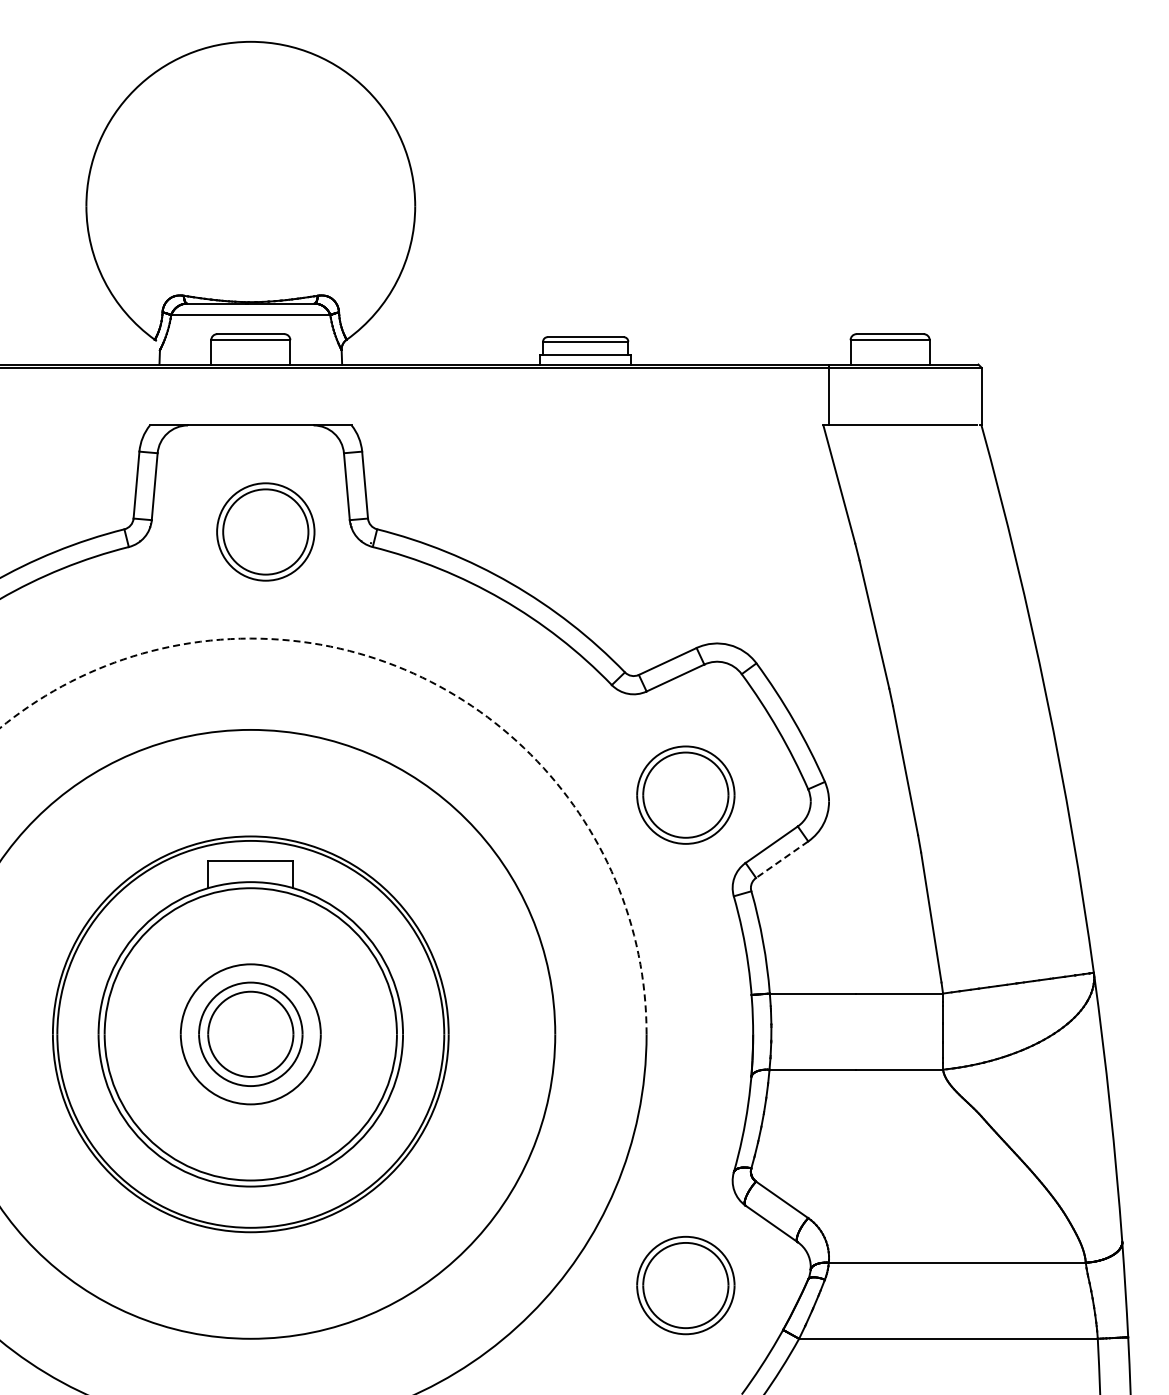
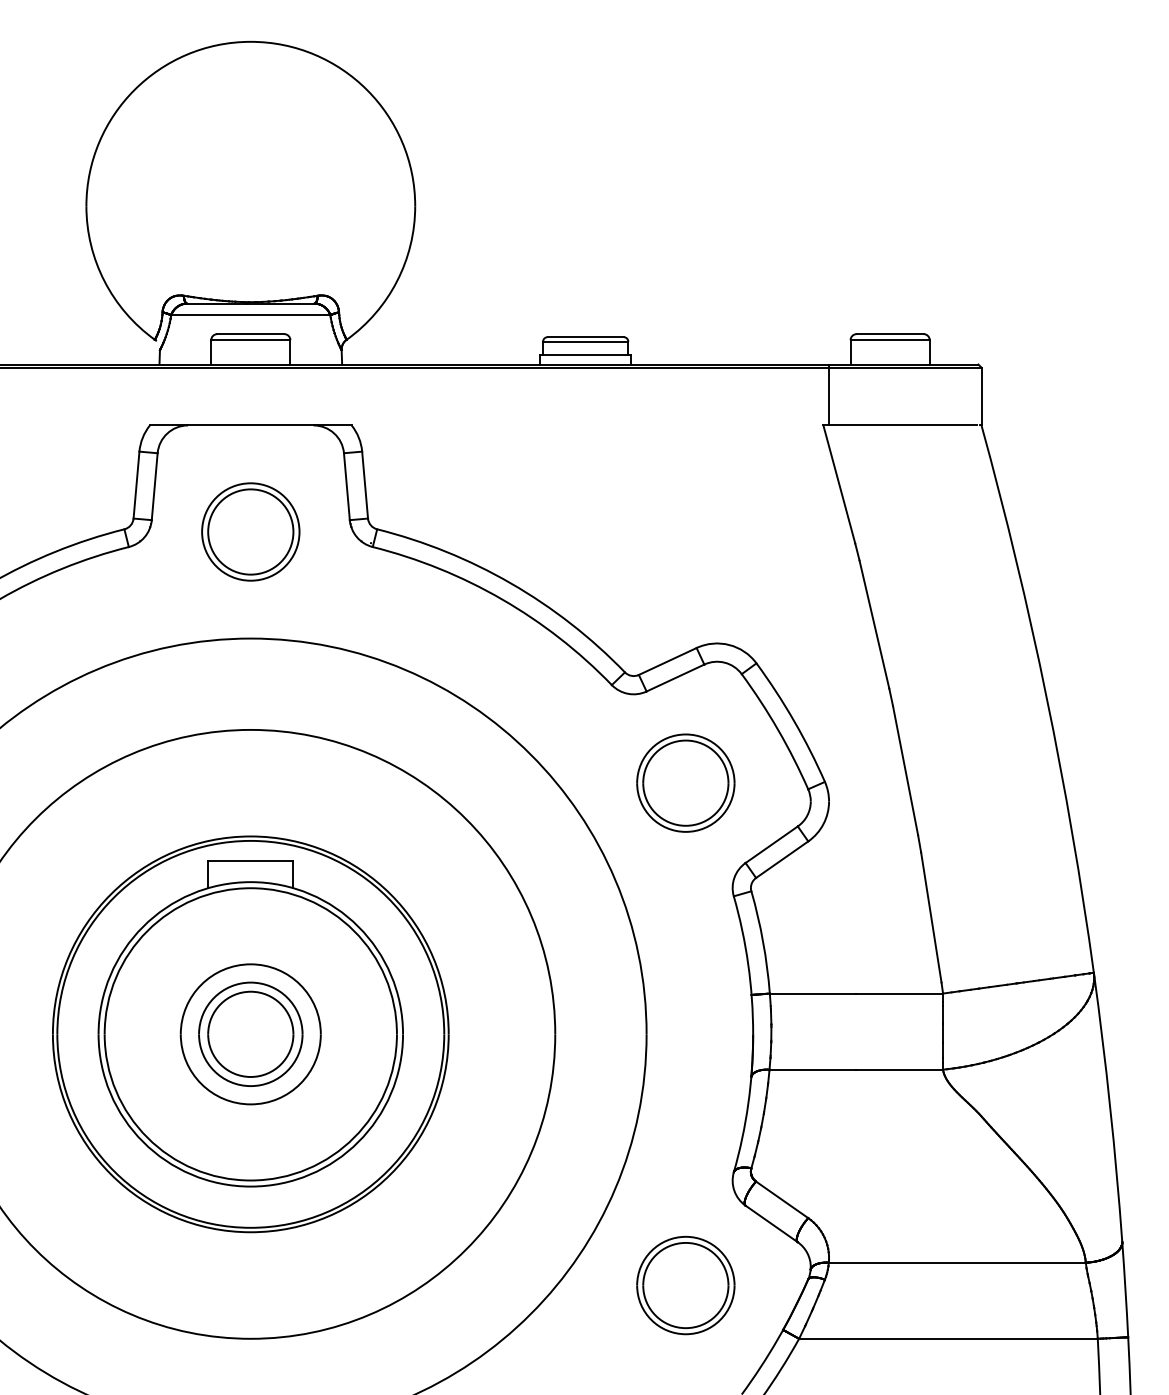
part at (265, 531) position: (265, 531) -> (250, 531)
arc at (420, 676): dashed -> solid
part at (685, 794) position: (685, 794) -> (685, 782)
line at (782, 859): dashed -> solid
